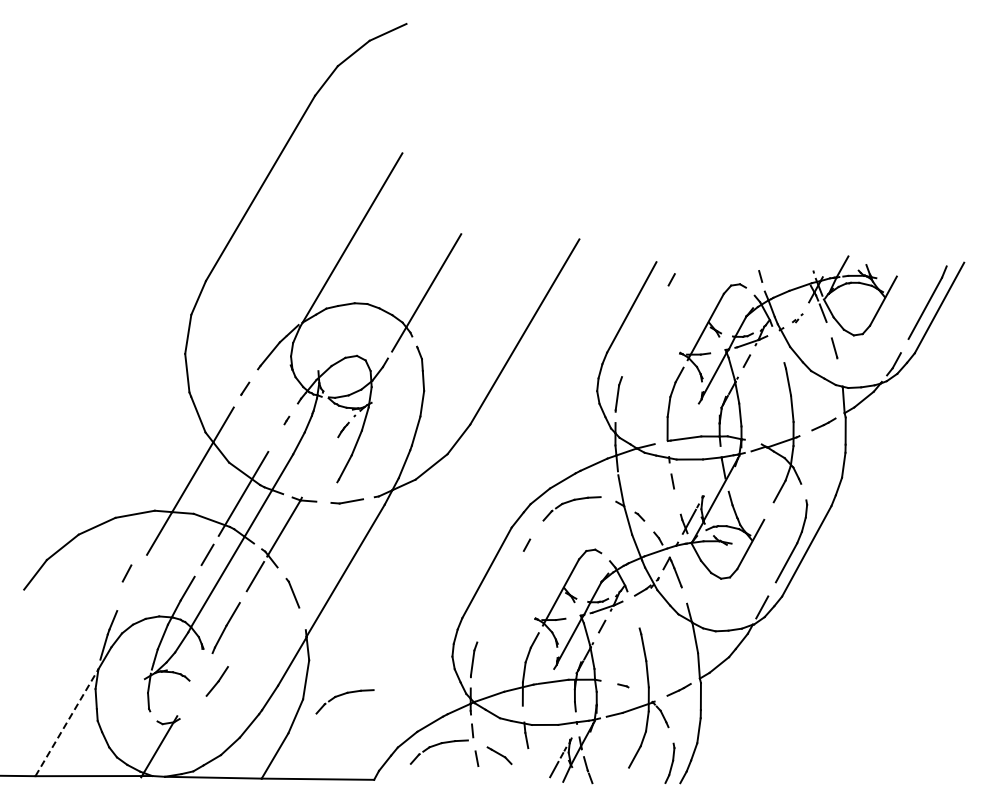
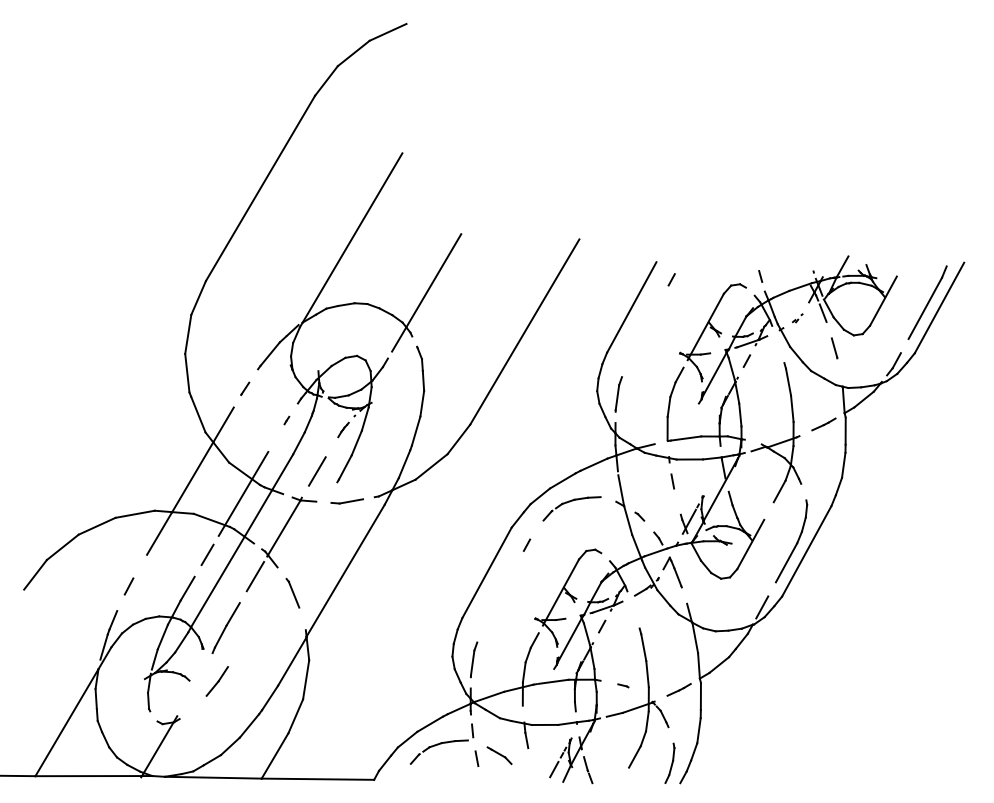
line at (316, 471): none -> present
line at (126, 573) position: (126, 573) -> (128, 586)
part at (343, 695): present -> none
line at (67, 722): dashed -> solid
